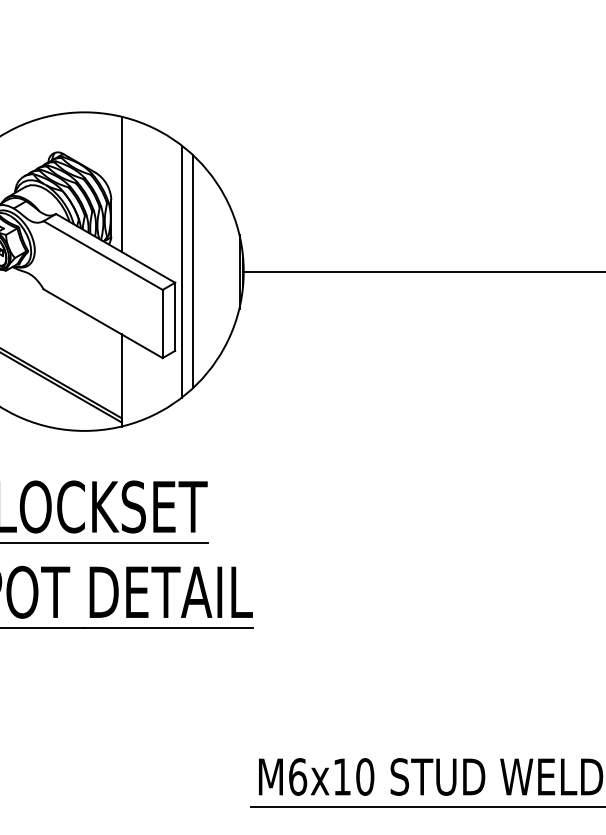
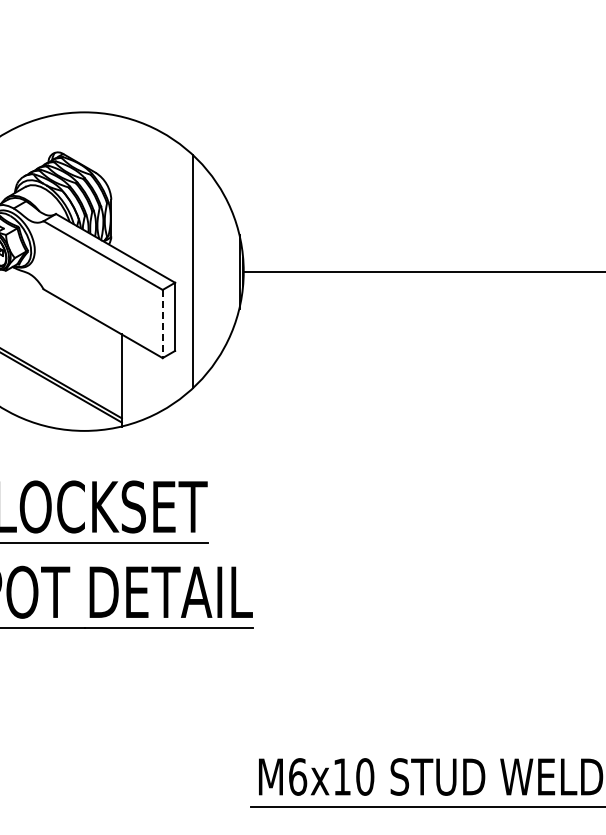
line at (121, 184): present -> none
line at (182, 271): present -> none
line at (162, 324): solid -> dashed
